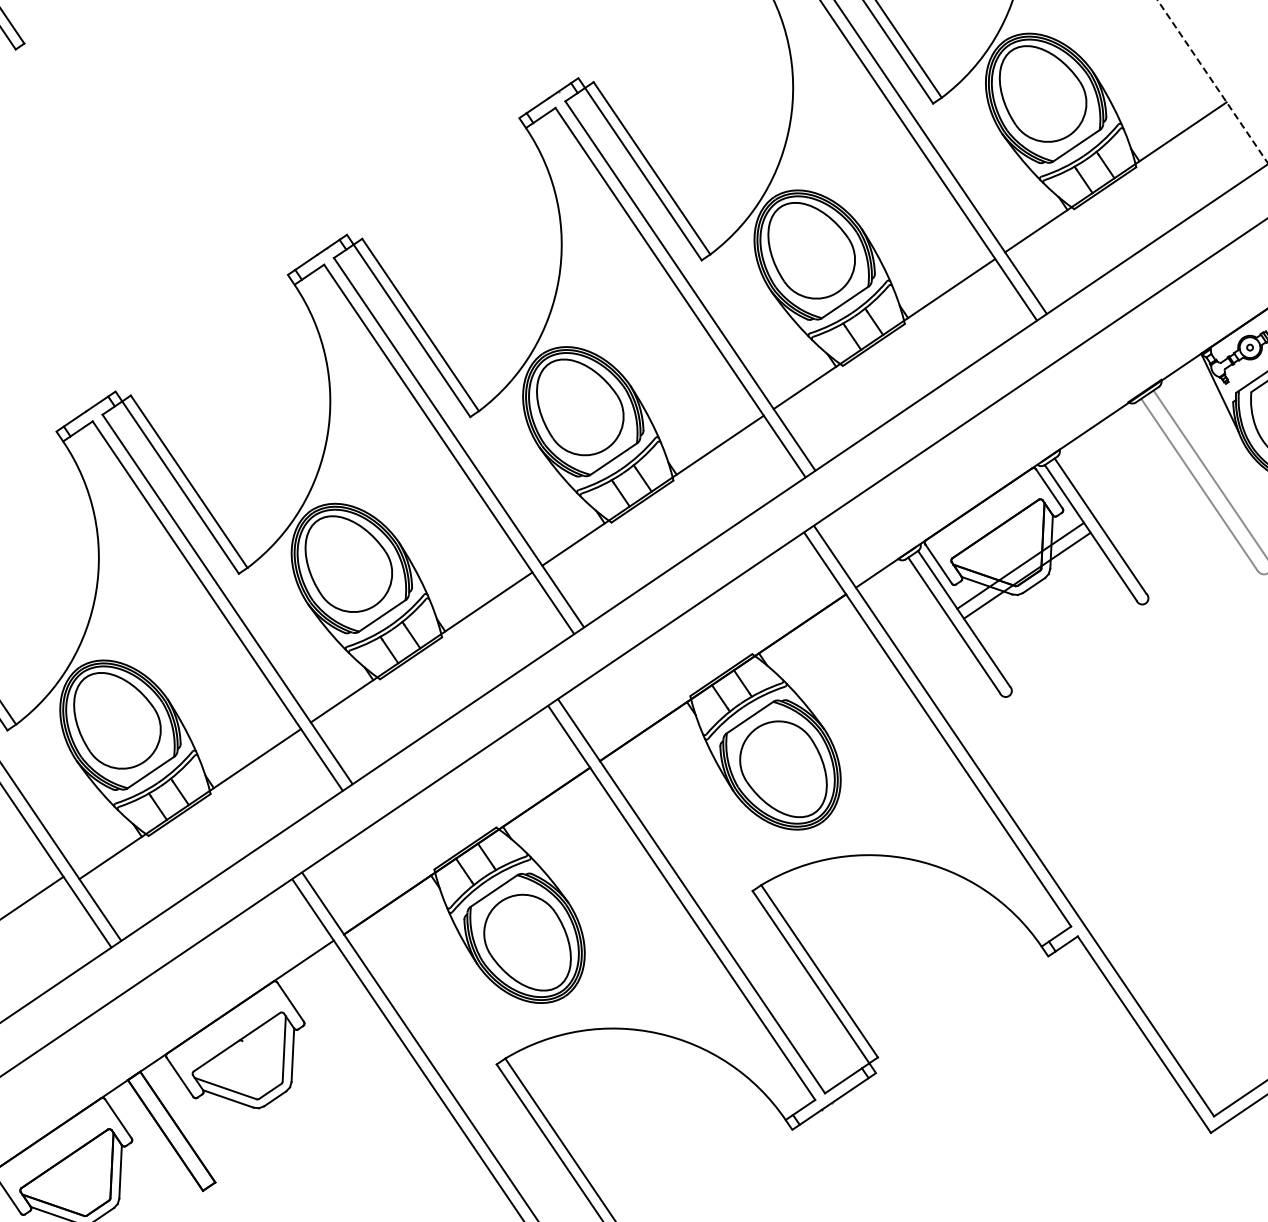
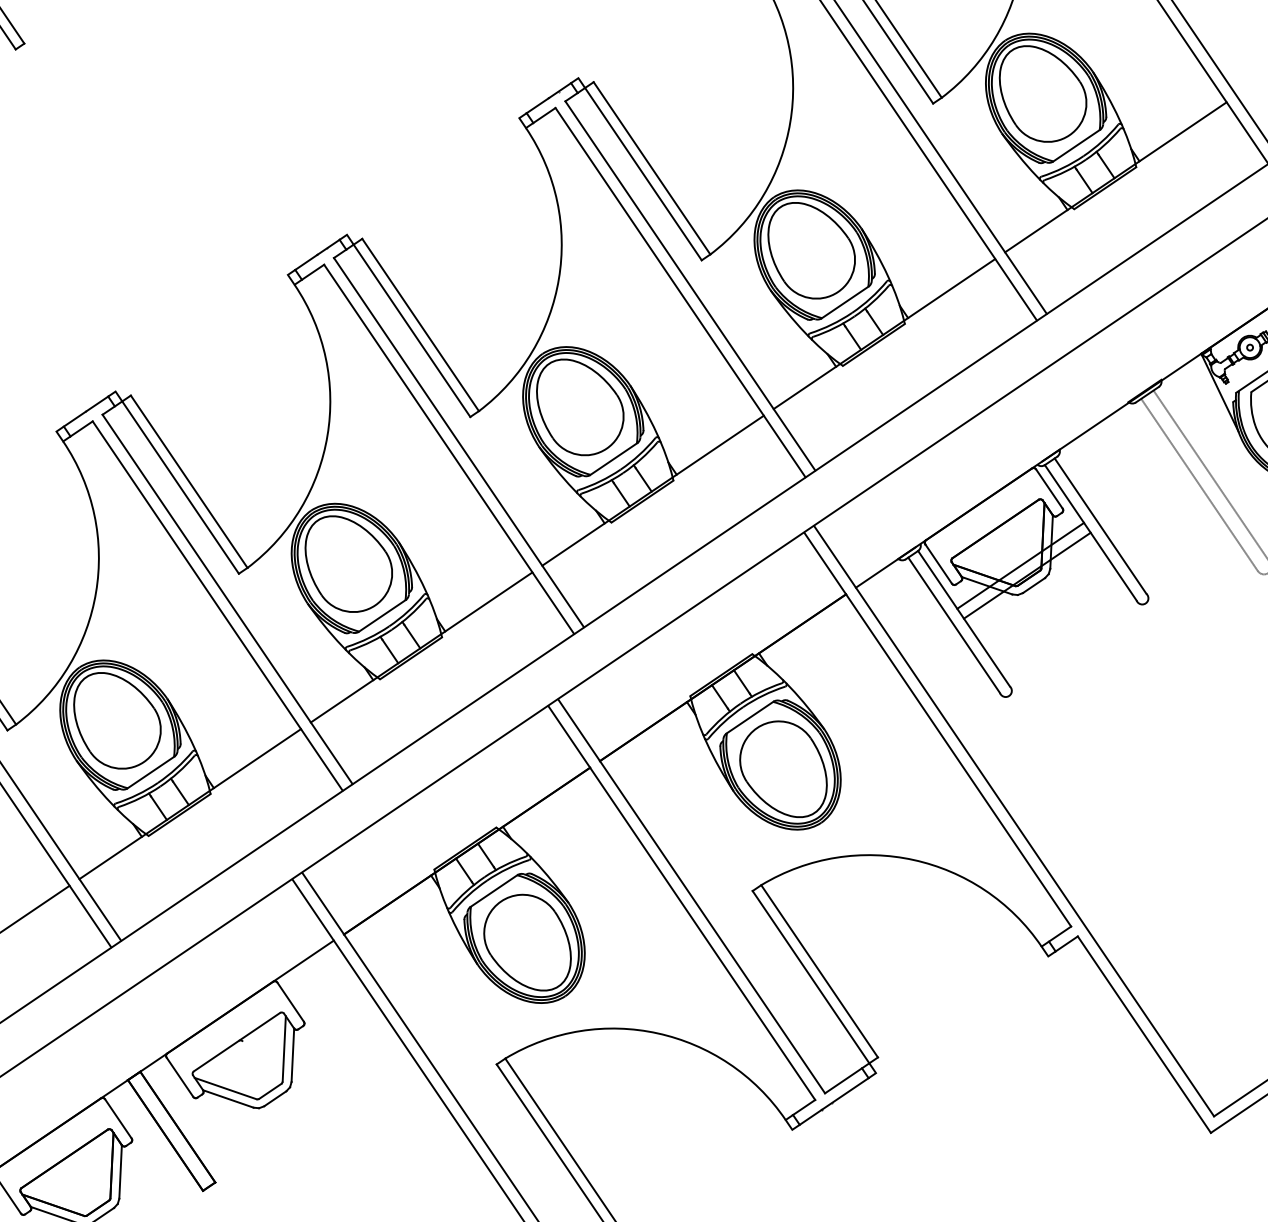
line at (1218, 69): none -> present
line at (1212, 81): dashed -> solid
line at (32, 897) position: (32, 897) -> (35, 908)
